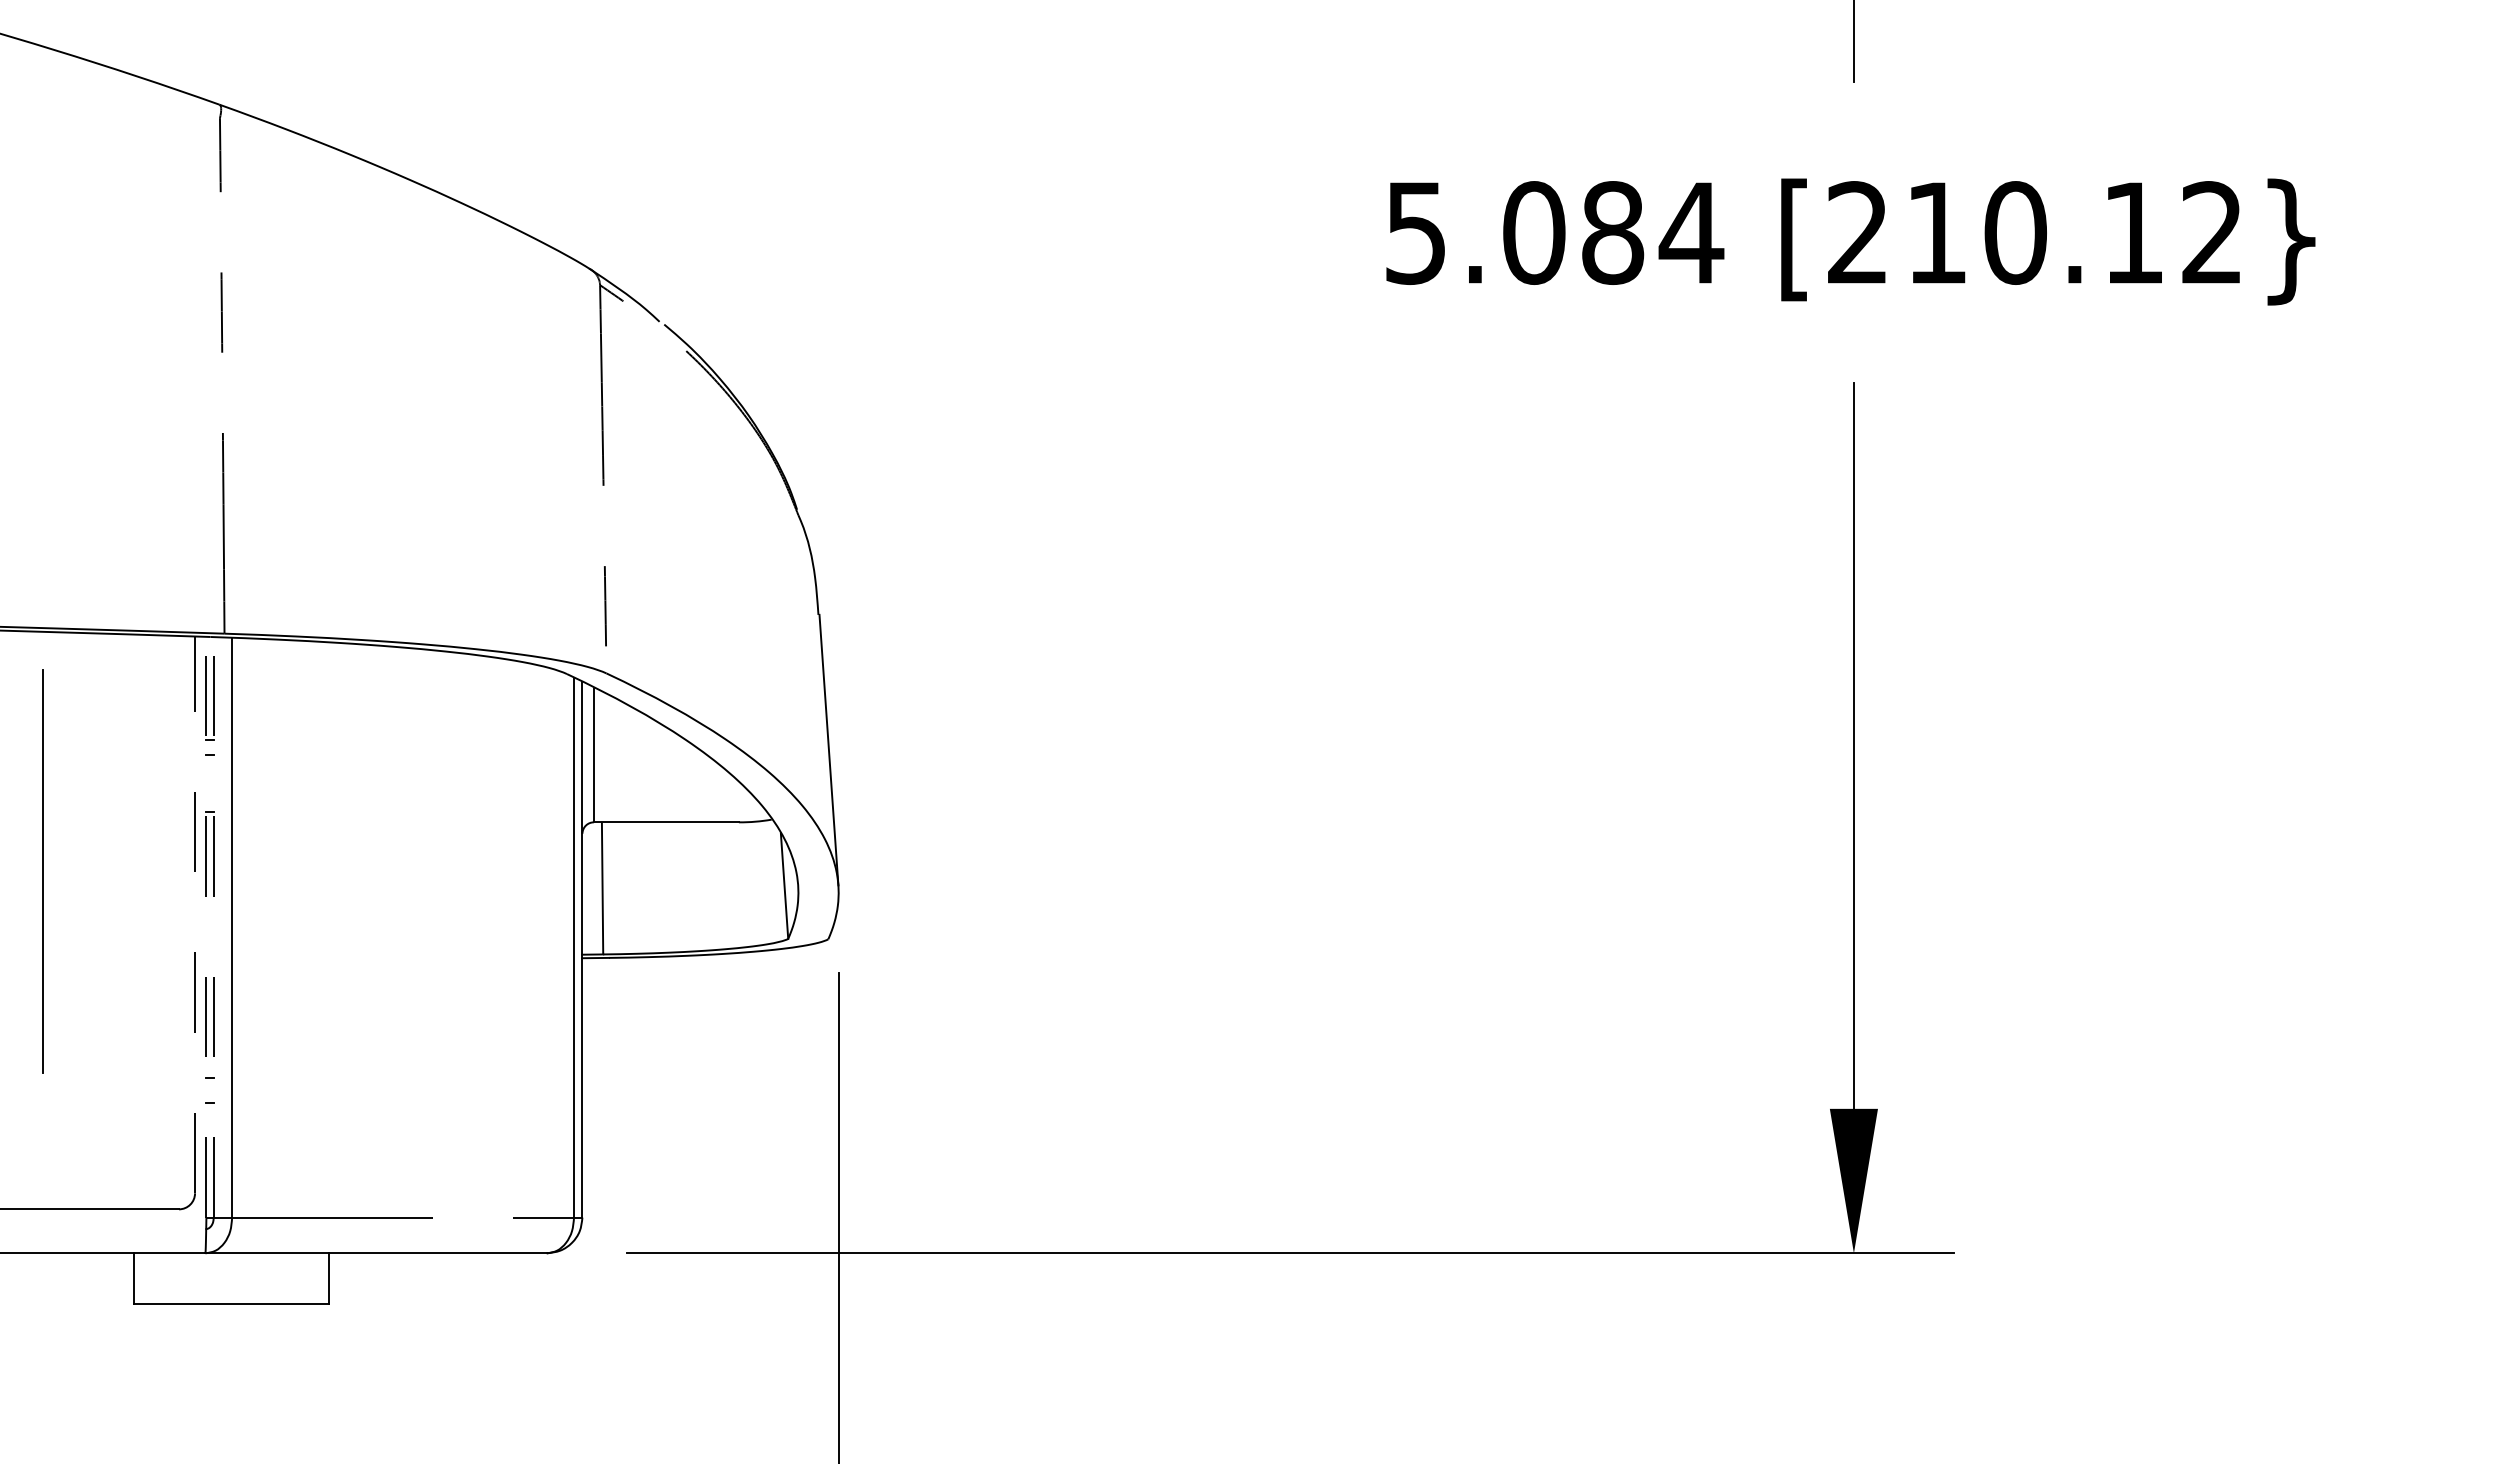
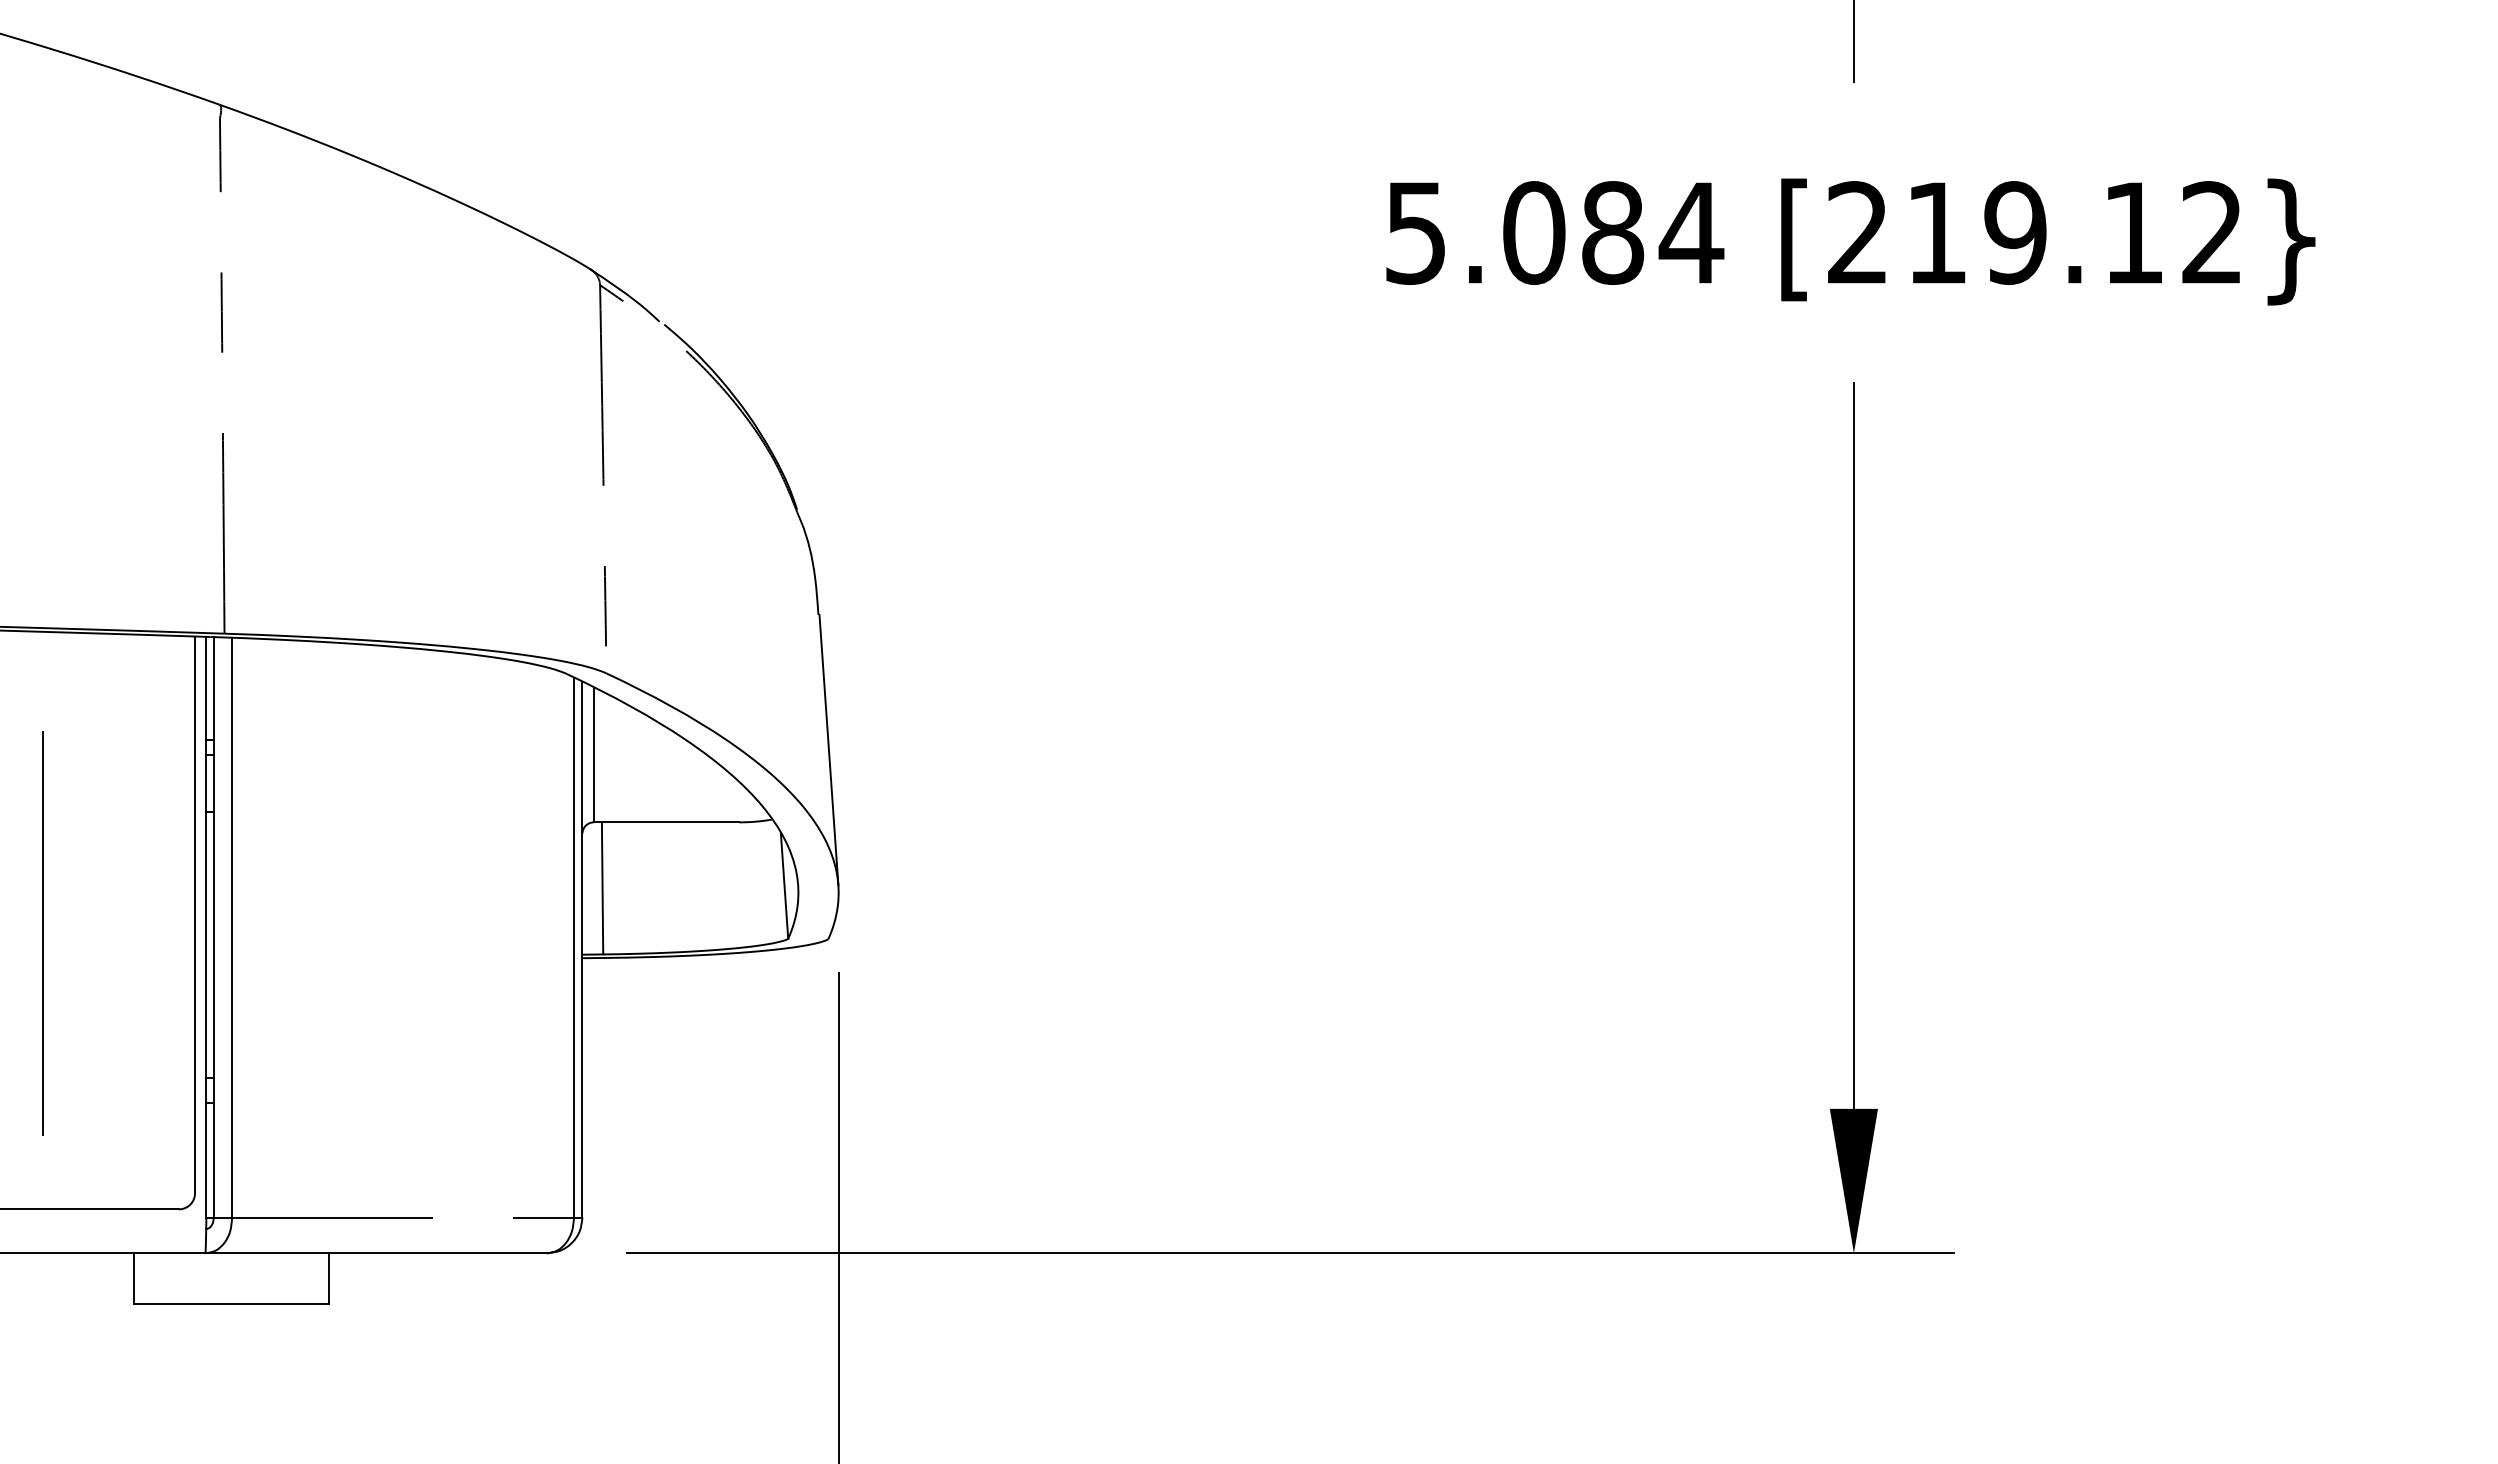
text at (2015, 232): [210.12 -> [219.12
line at (42, 871) position: (42, 871) -> (42, 933)
line at (195, 914): dashed -> solid
line at (206, 926): dashed -> solid
line at (213, 926): dashed -> solid
